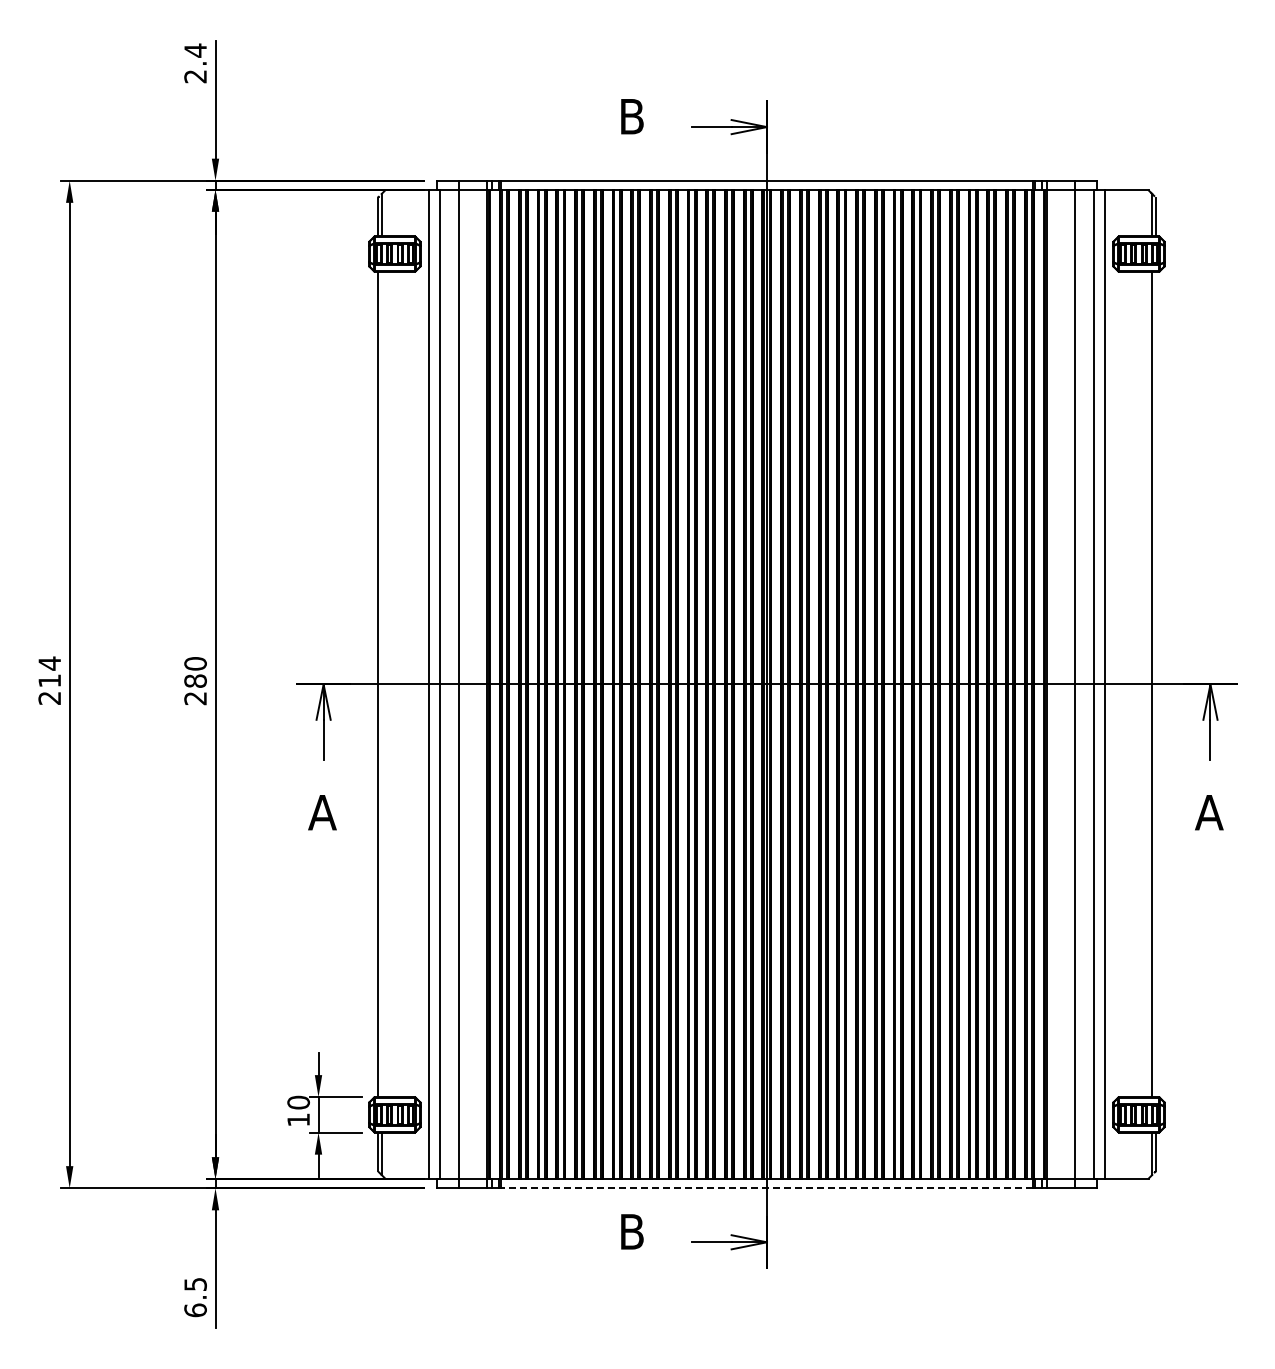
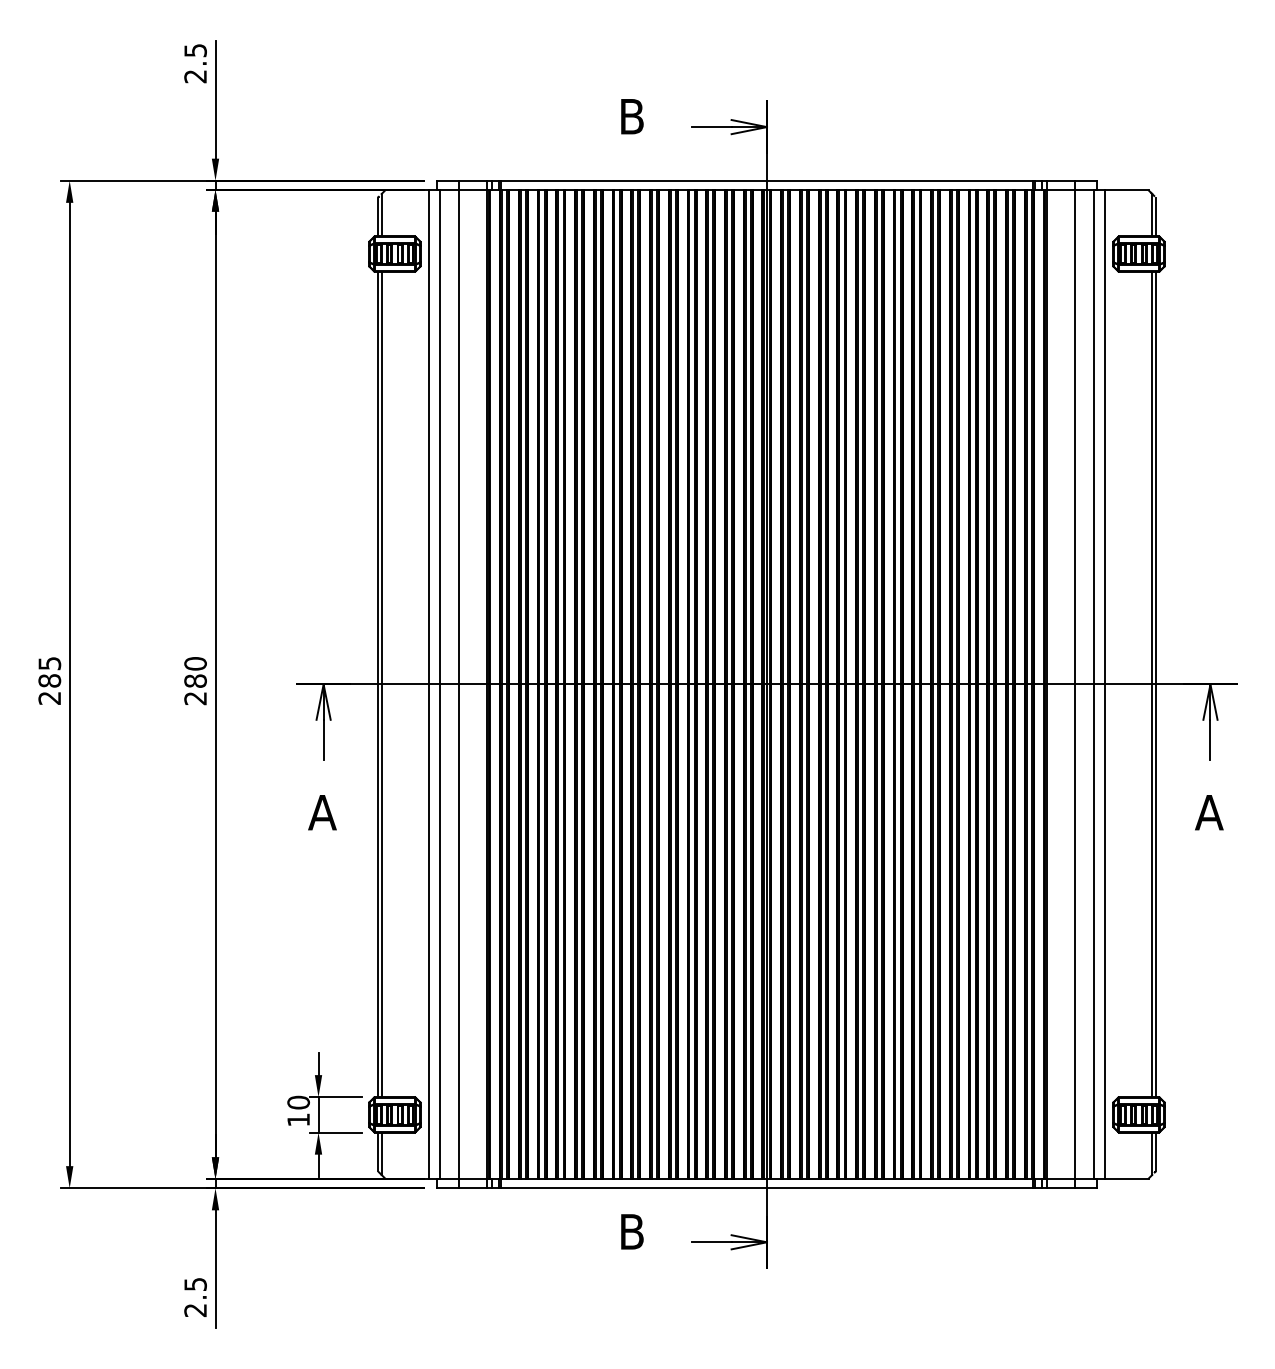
text at (195, 50): 2.4 -> 2.5
text at (49, 671): 214 -> 285
line at (381, 684): none -> present
line at (1155, 684): none -> present
line at (766, 1188): dashed -> solid
text at (195, 1310): 6.5 -> 2.5
